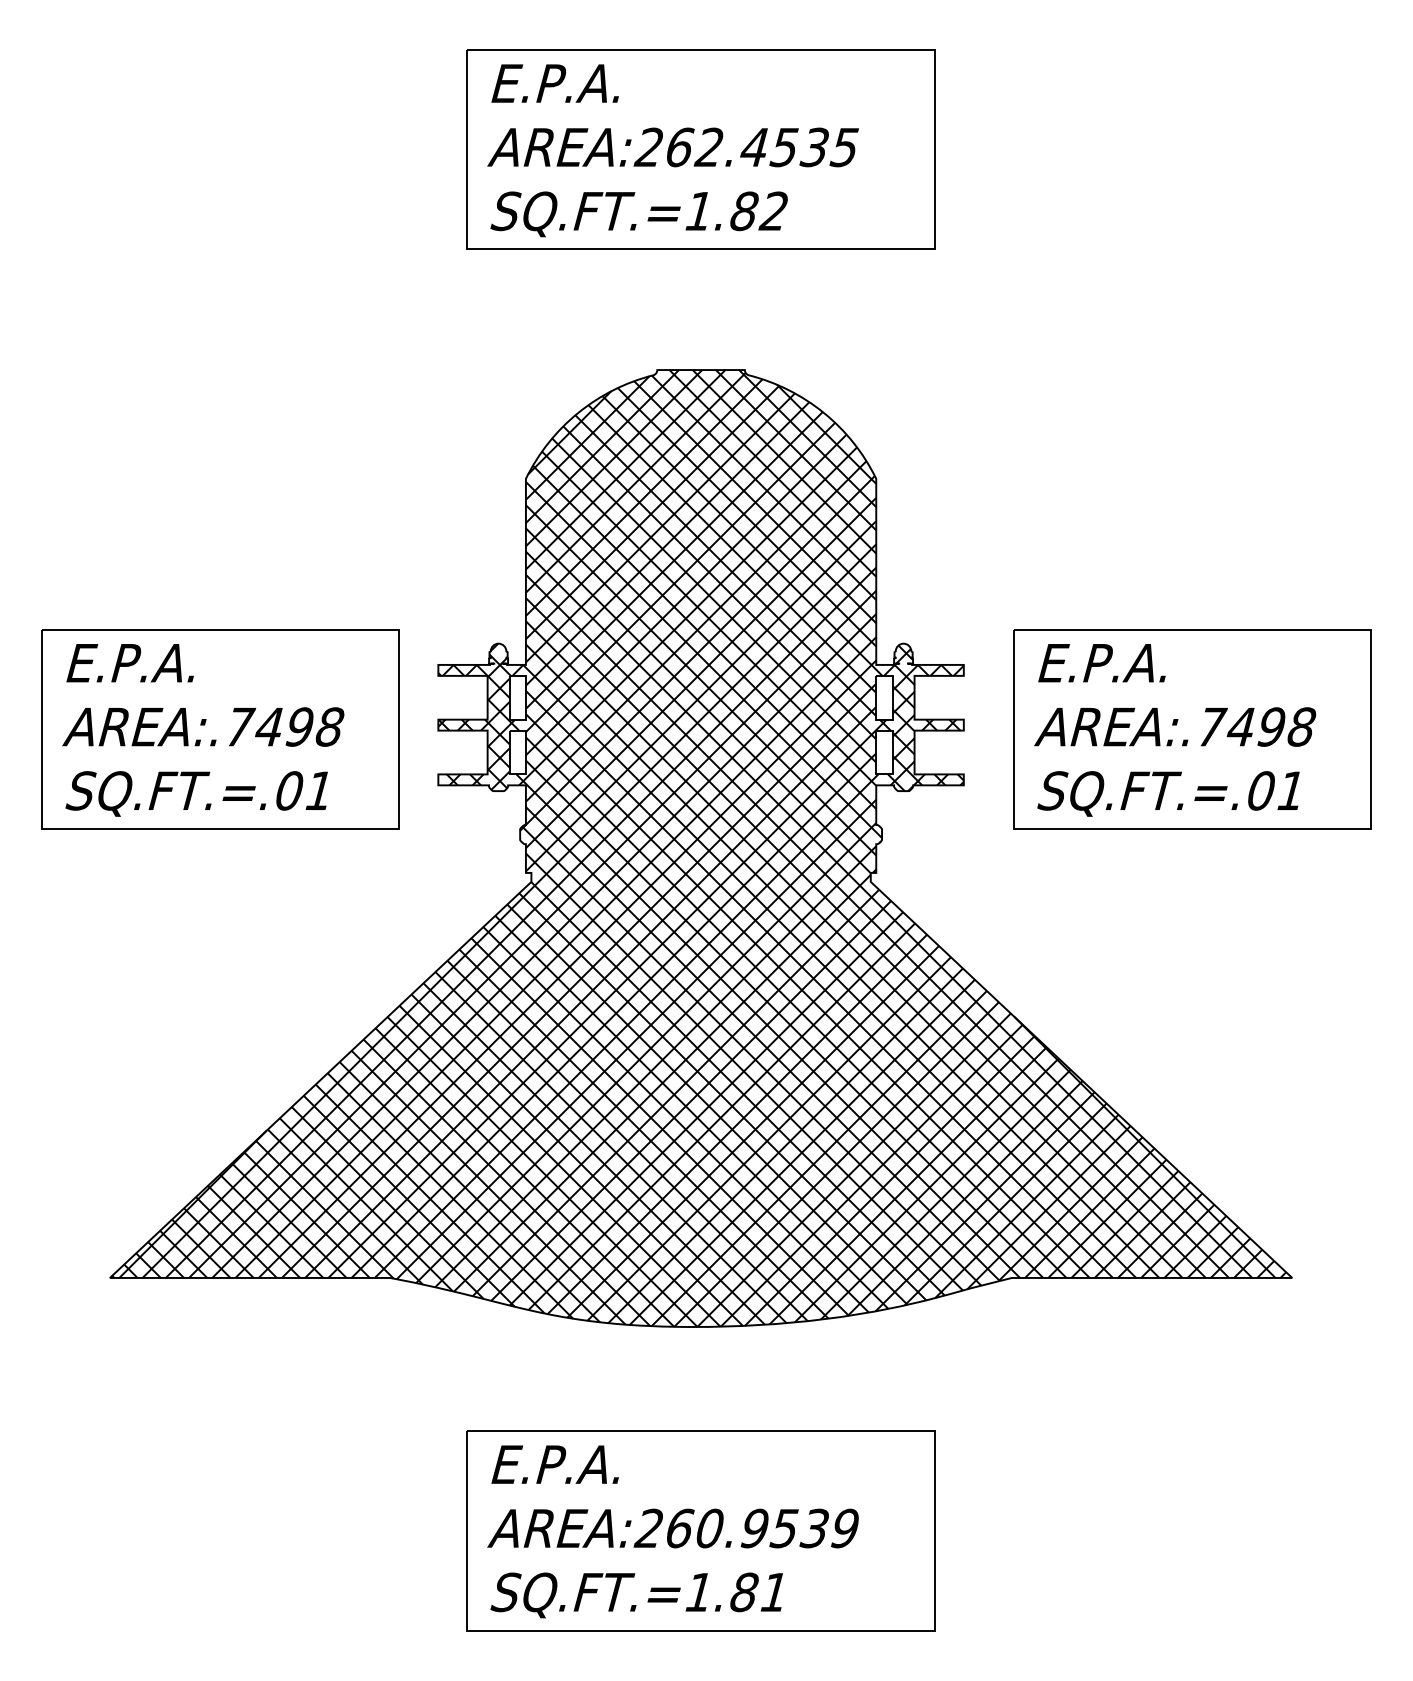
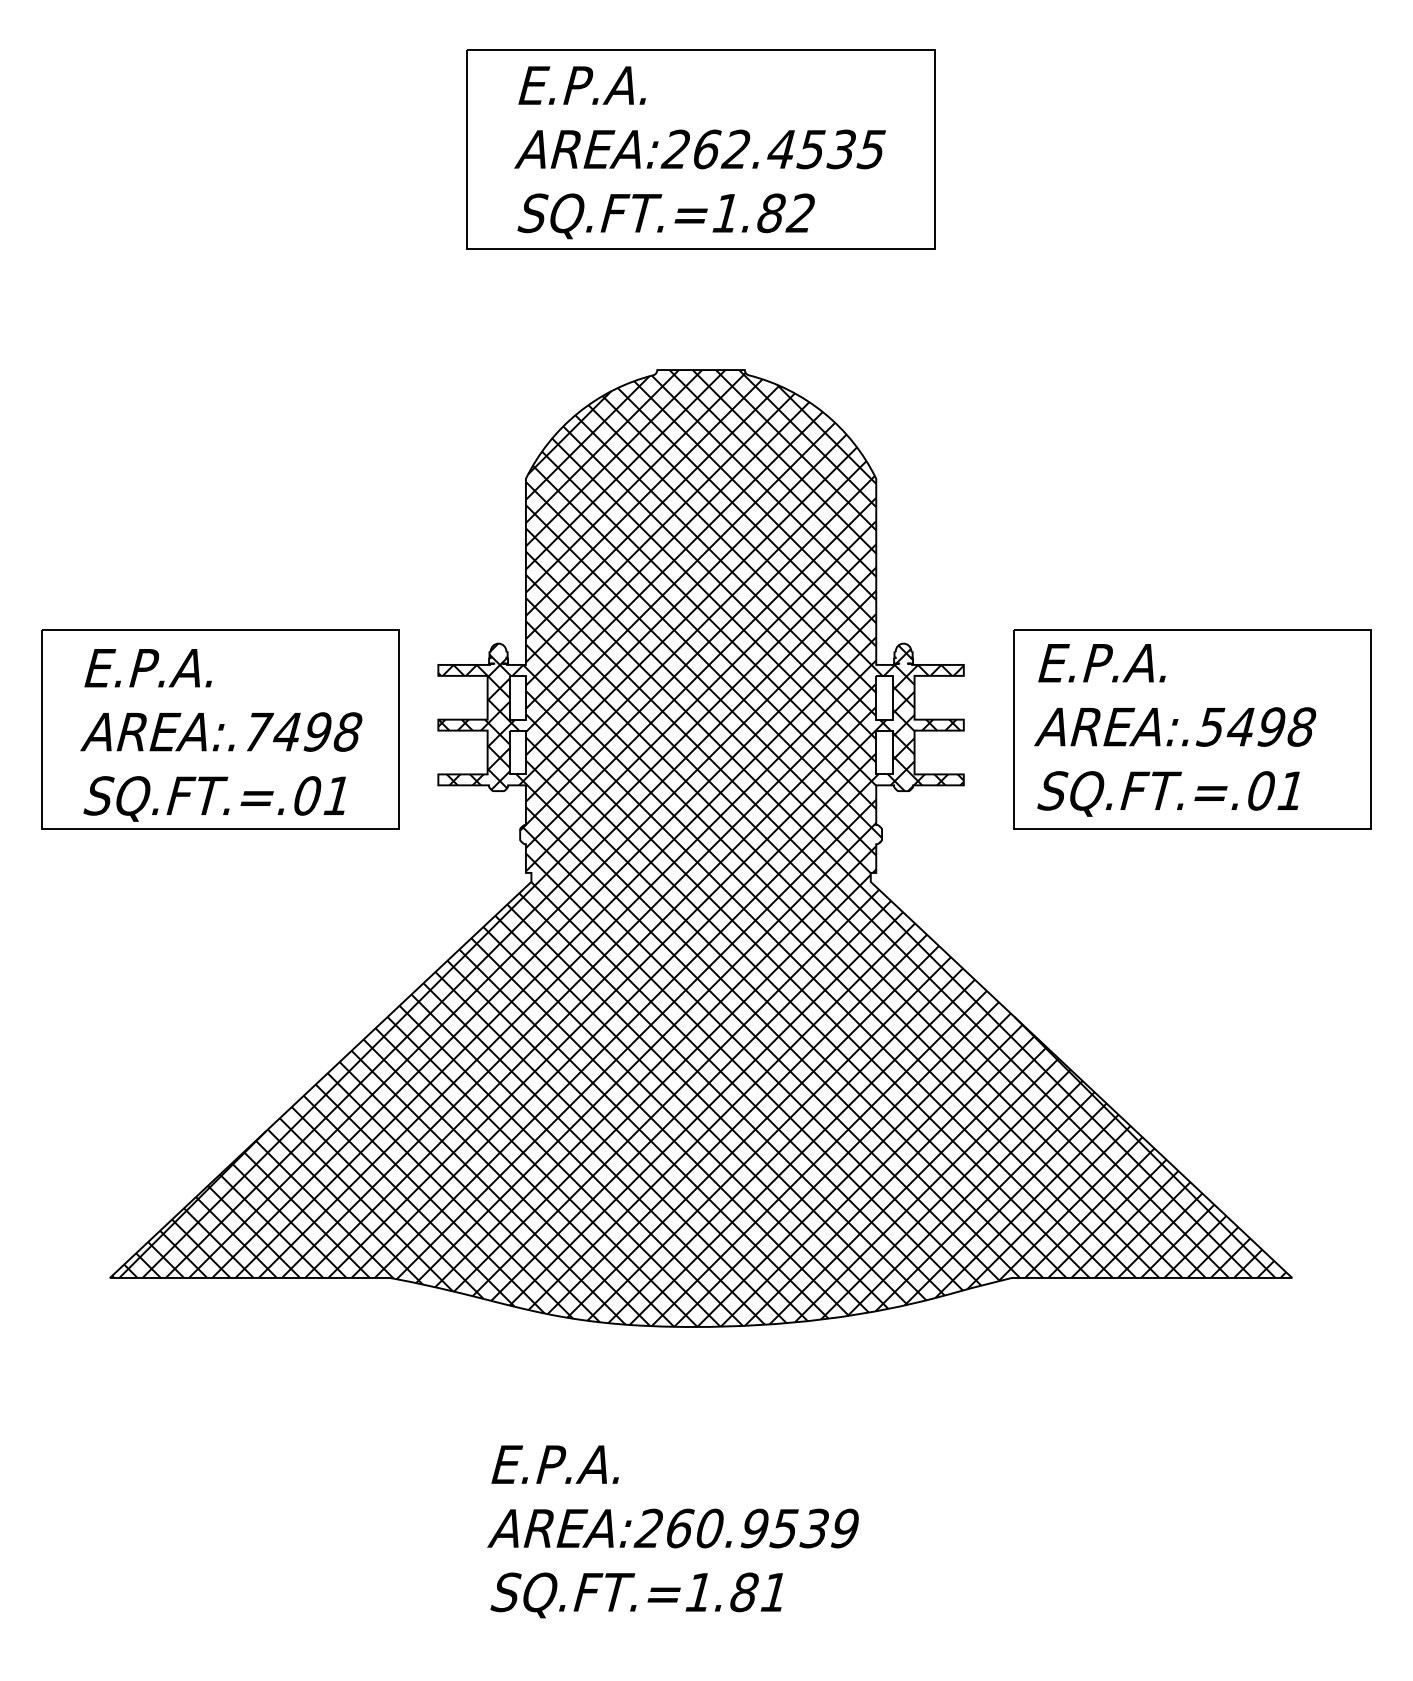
text at (672, 150) position: (672, 150) -> (699, 152)
text at (1211, 726): AREA:.7498 -> AREA:.5498
text at (203, 730) position: (203, 730) -> (221, 735)
part at (700, 1530): present -> none
